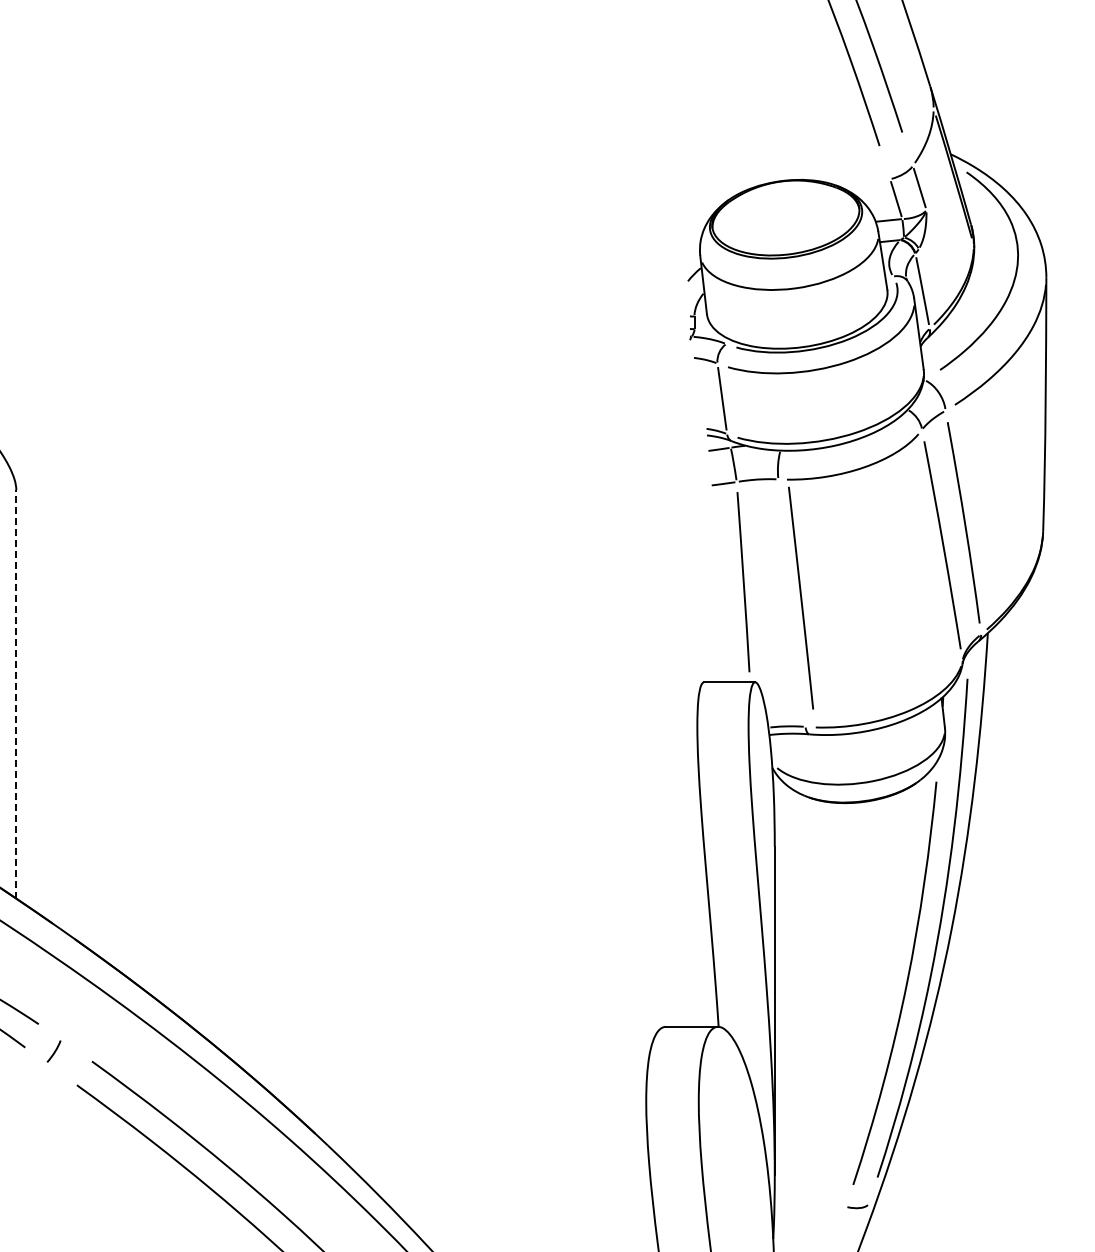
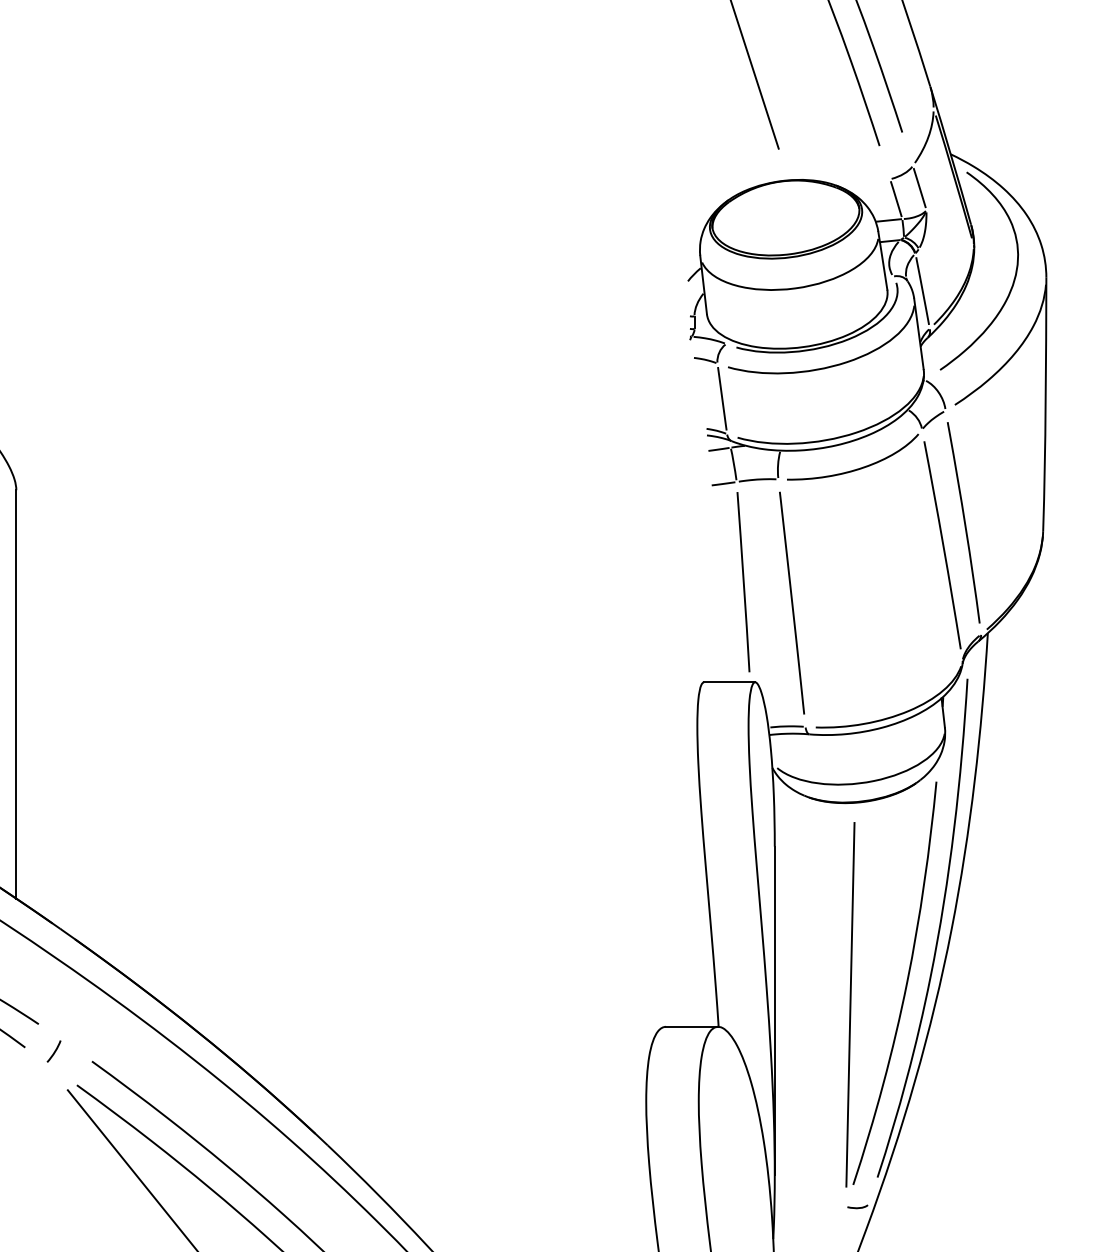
line at (754, 75): none -> present
line at (800, 597) position: (800, 597) -> (791, 602)
line at (16, 693): dashed -> solid
line at (850, 1004): none -> present
line at (131, 1169): none -> present
